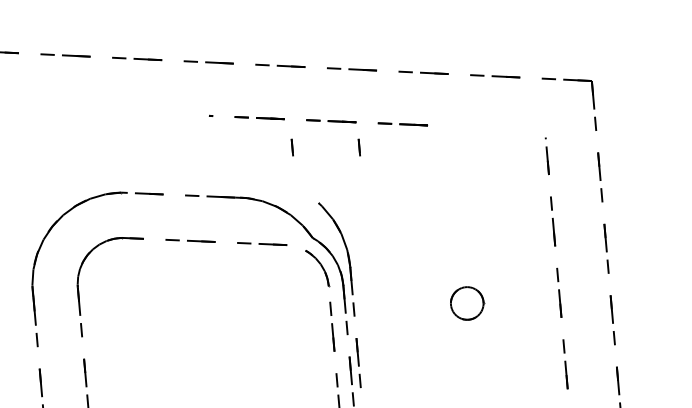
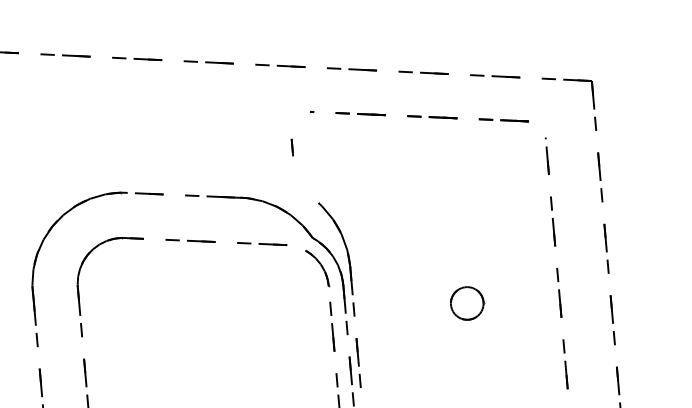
part at (318, 120) position: (318, 120) -> (419, 116)
line at (358, 147): present -> none
